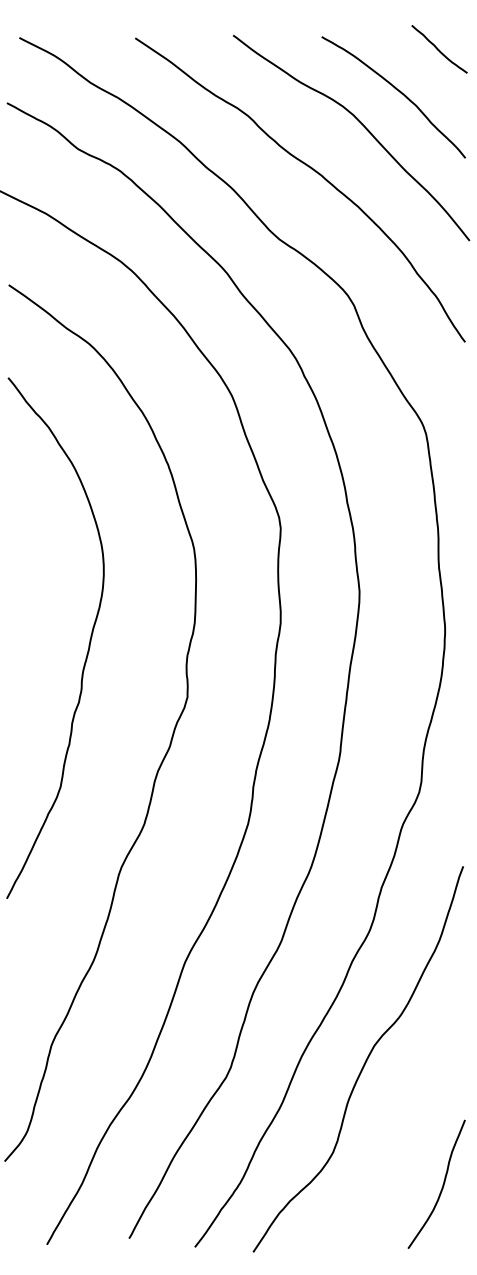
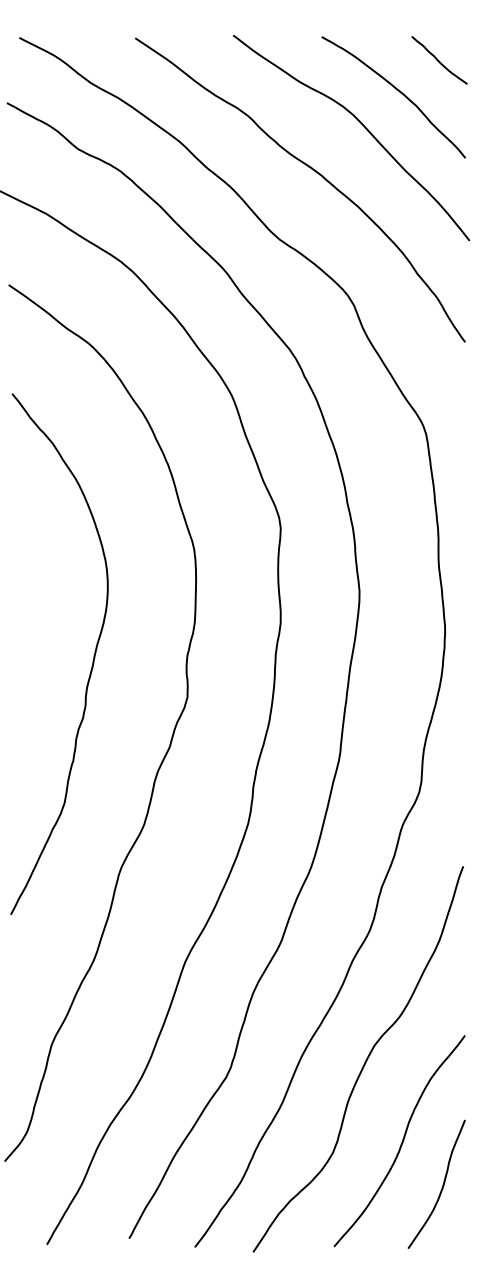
curve at (439, 49) position: (439, 49) -> (439, 60)
curve at (88, 644) position: (88, 644) -> (92, 660)
curve at (401, 1141): none -> present
